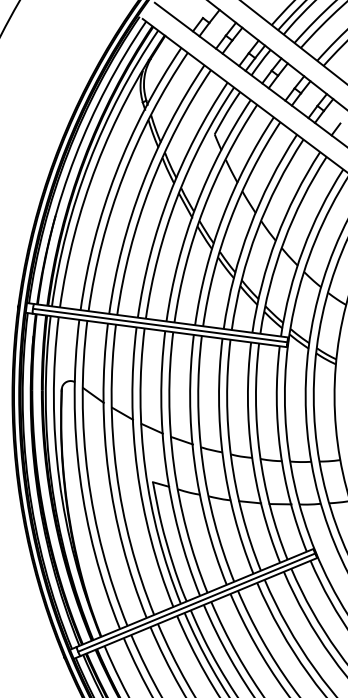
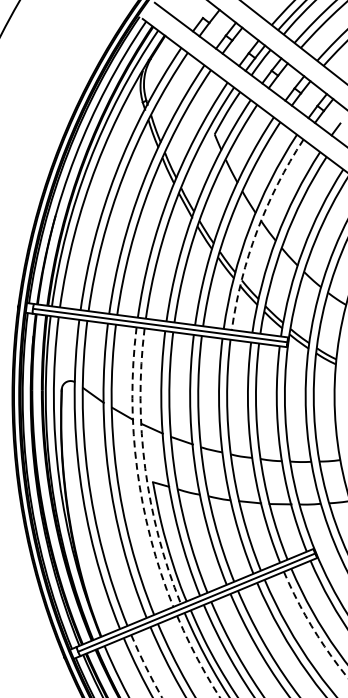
arc at (257, 230): solid -> dashed
arc at (145, 468): solid -> dashed
arc at (137, 469): solid -> dashed
arc at (312, 627): solid -> dashed
arc at (197, 658): solid -> dashed
arc at (145, 666): solid -> dashed
